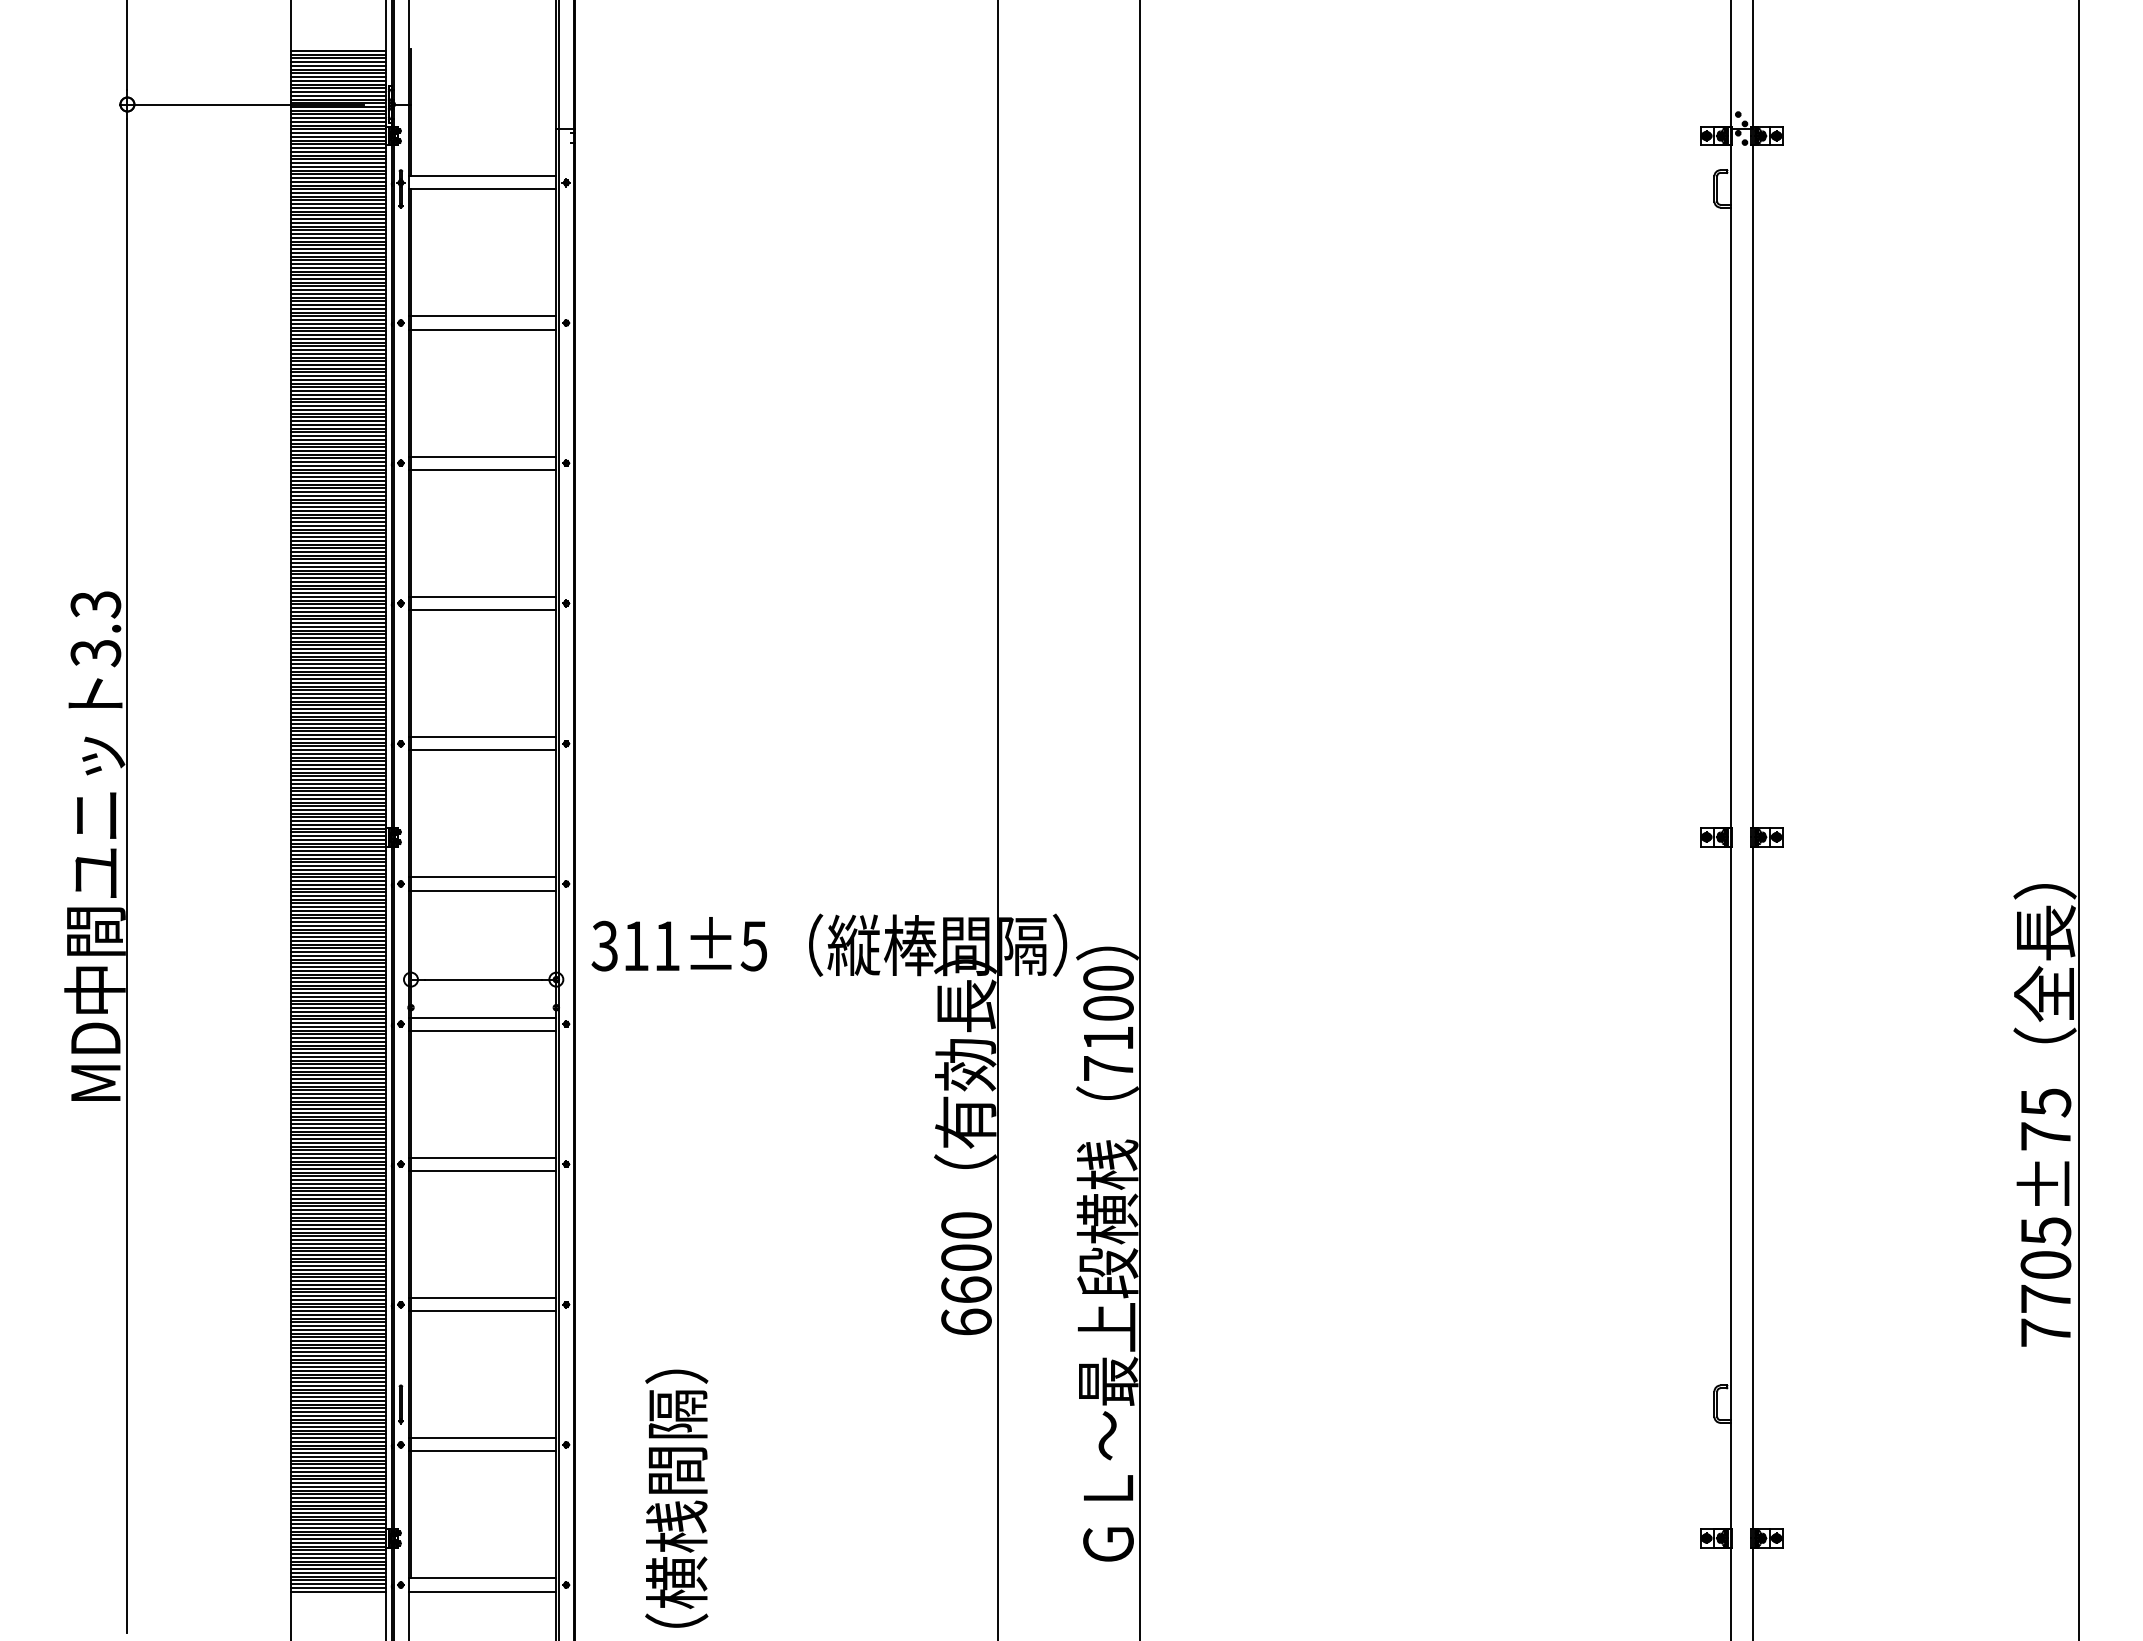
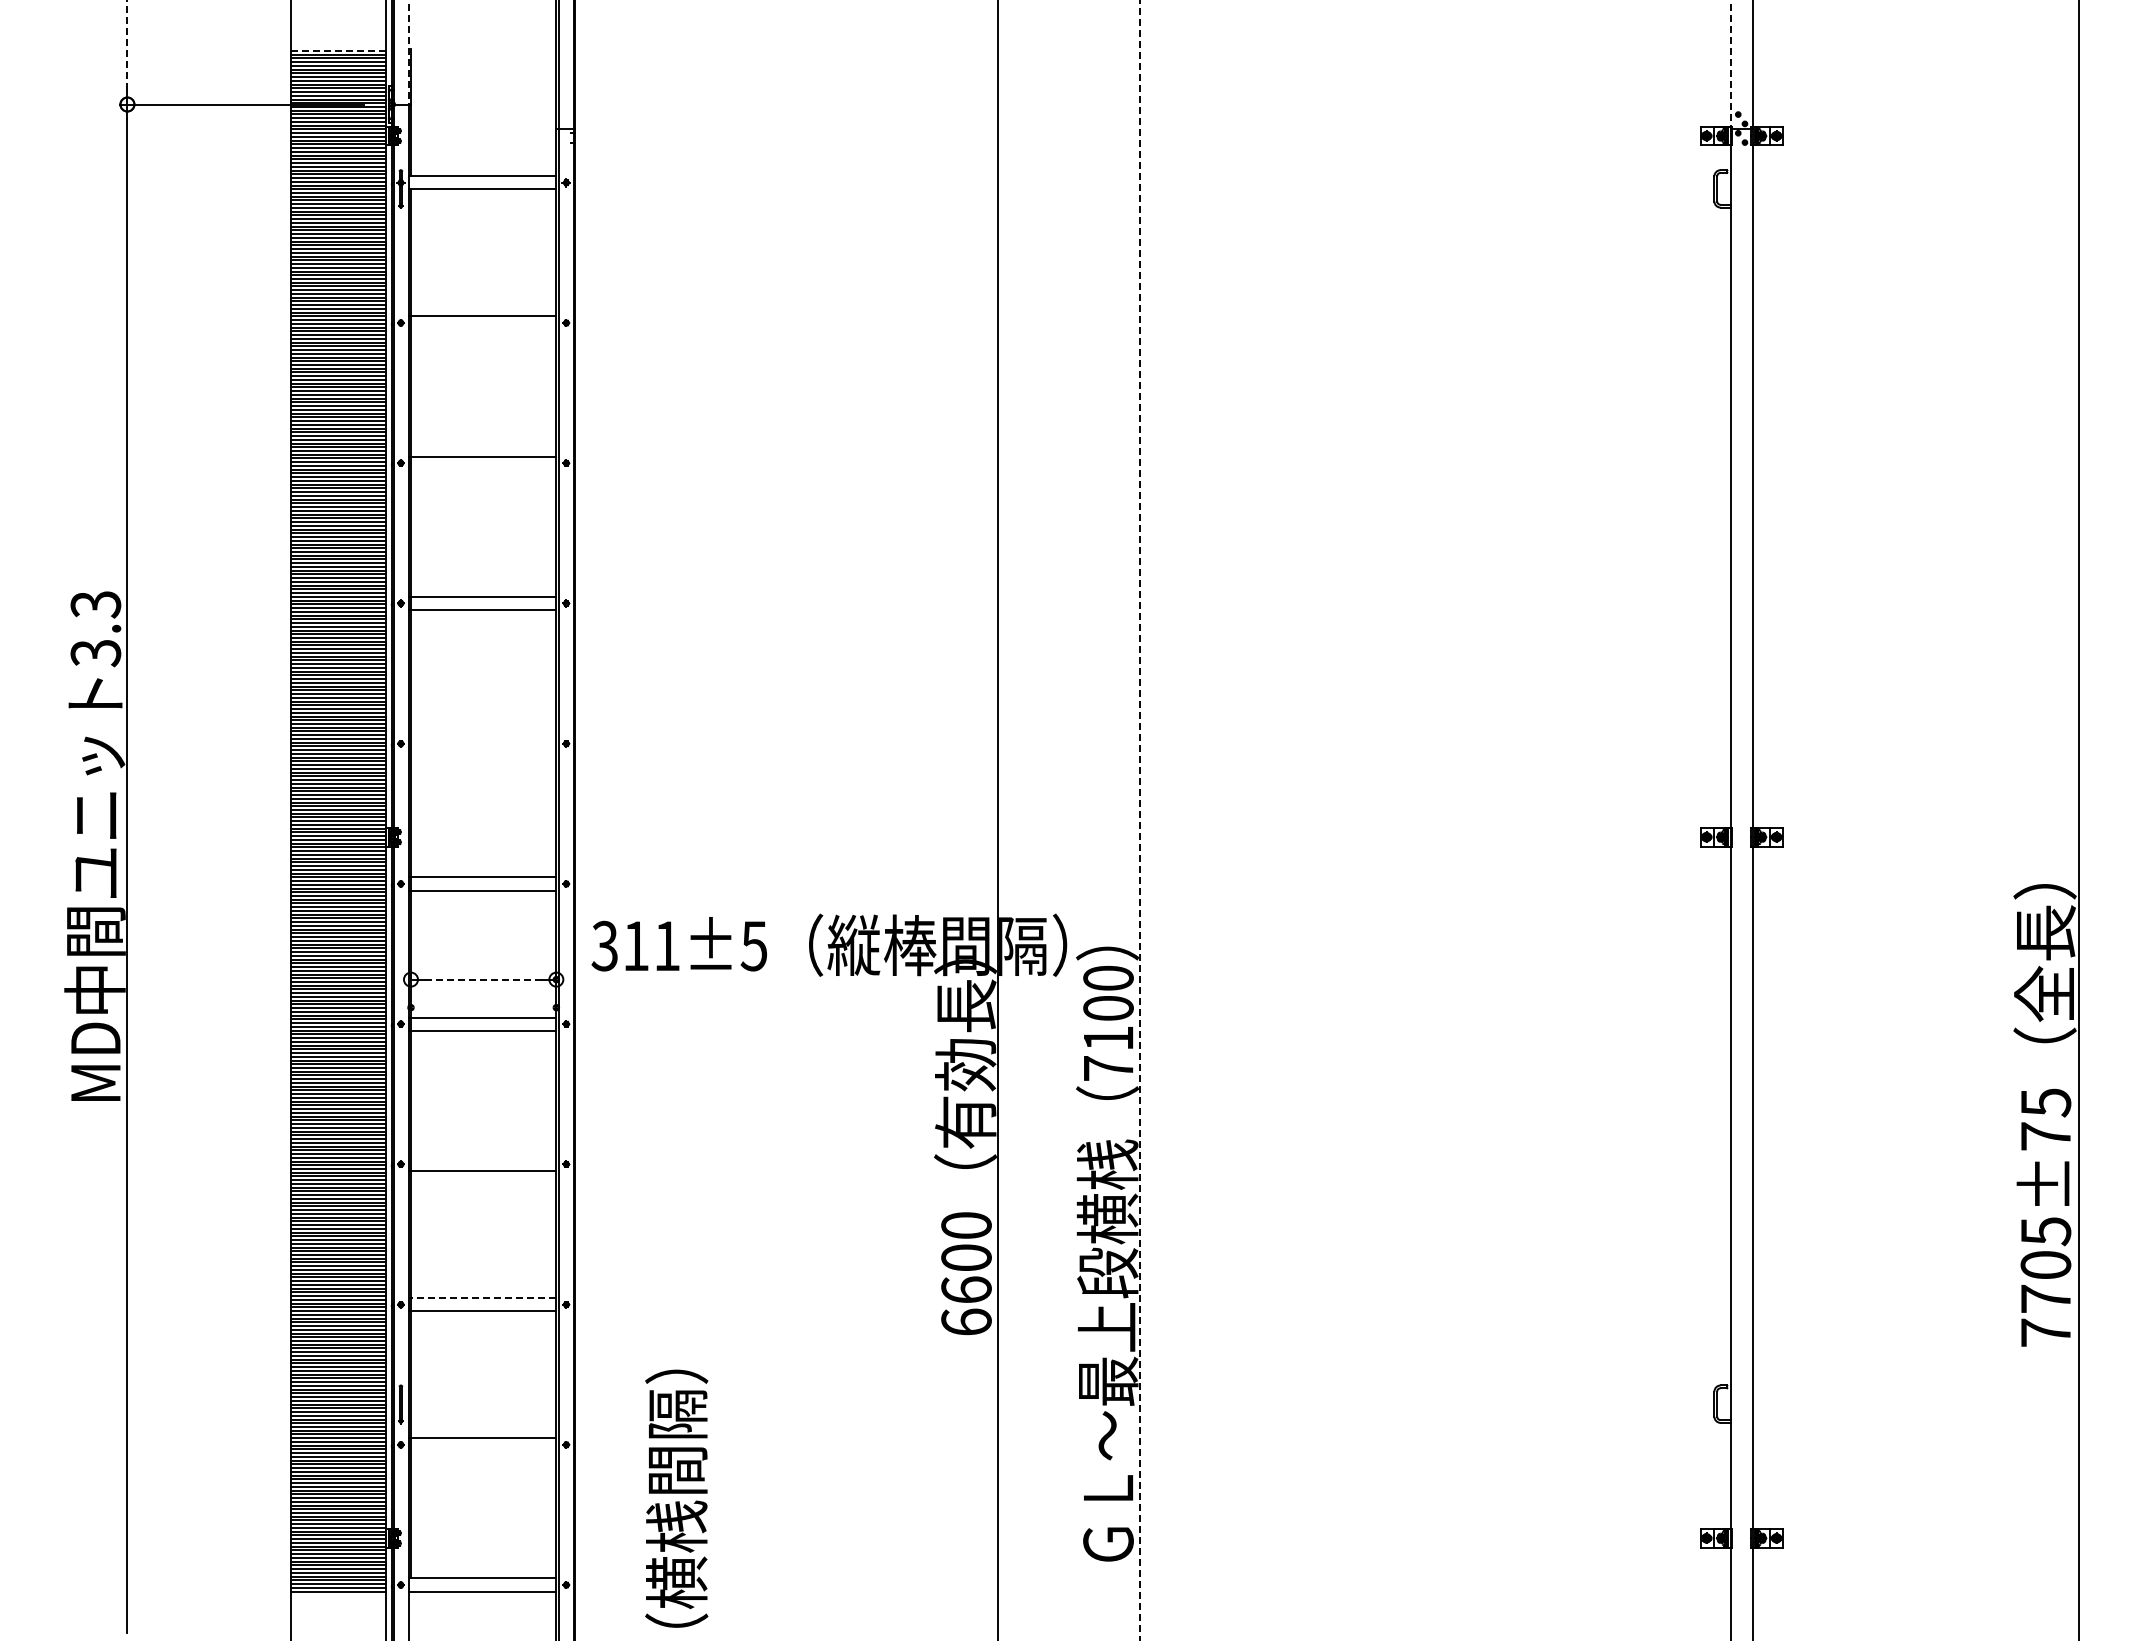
line at (127, 45): solid -> dashed
line at (338, 50): solid -> dashed
line at (409, 52): solid -> dashed
line at (1730, 64): solid -> dashed
line at (482, 329): present -> none
line at (482, 469): present -> none
line at (482, 737): present -> none
line at (482, 750): present -> none
line at (1140, 820): solid -> dashed
line at (483, 979): solid -> dashed
line at (482, 1157): present -> none
line at (482, 1297): solid -> dashed
line at (482, 1451): present -> none
